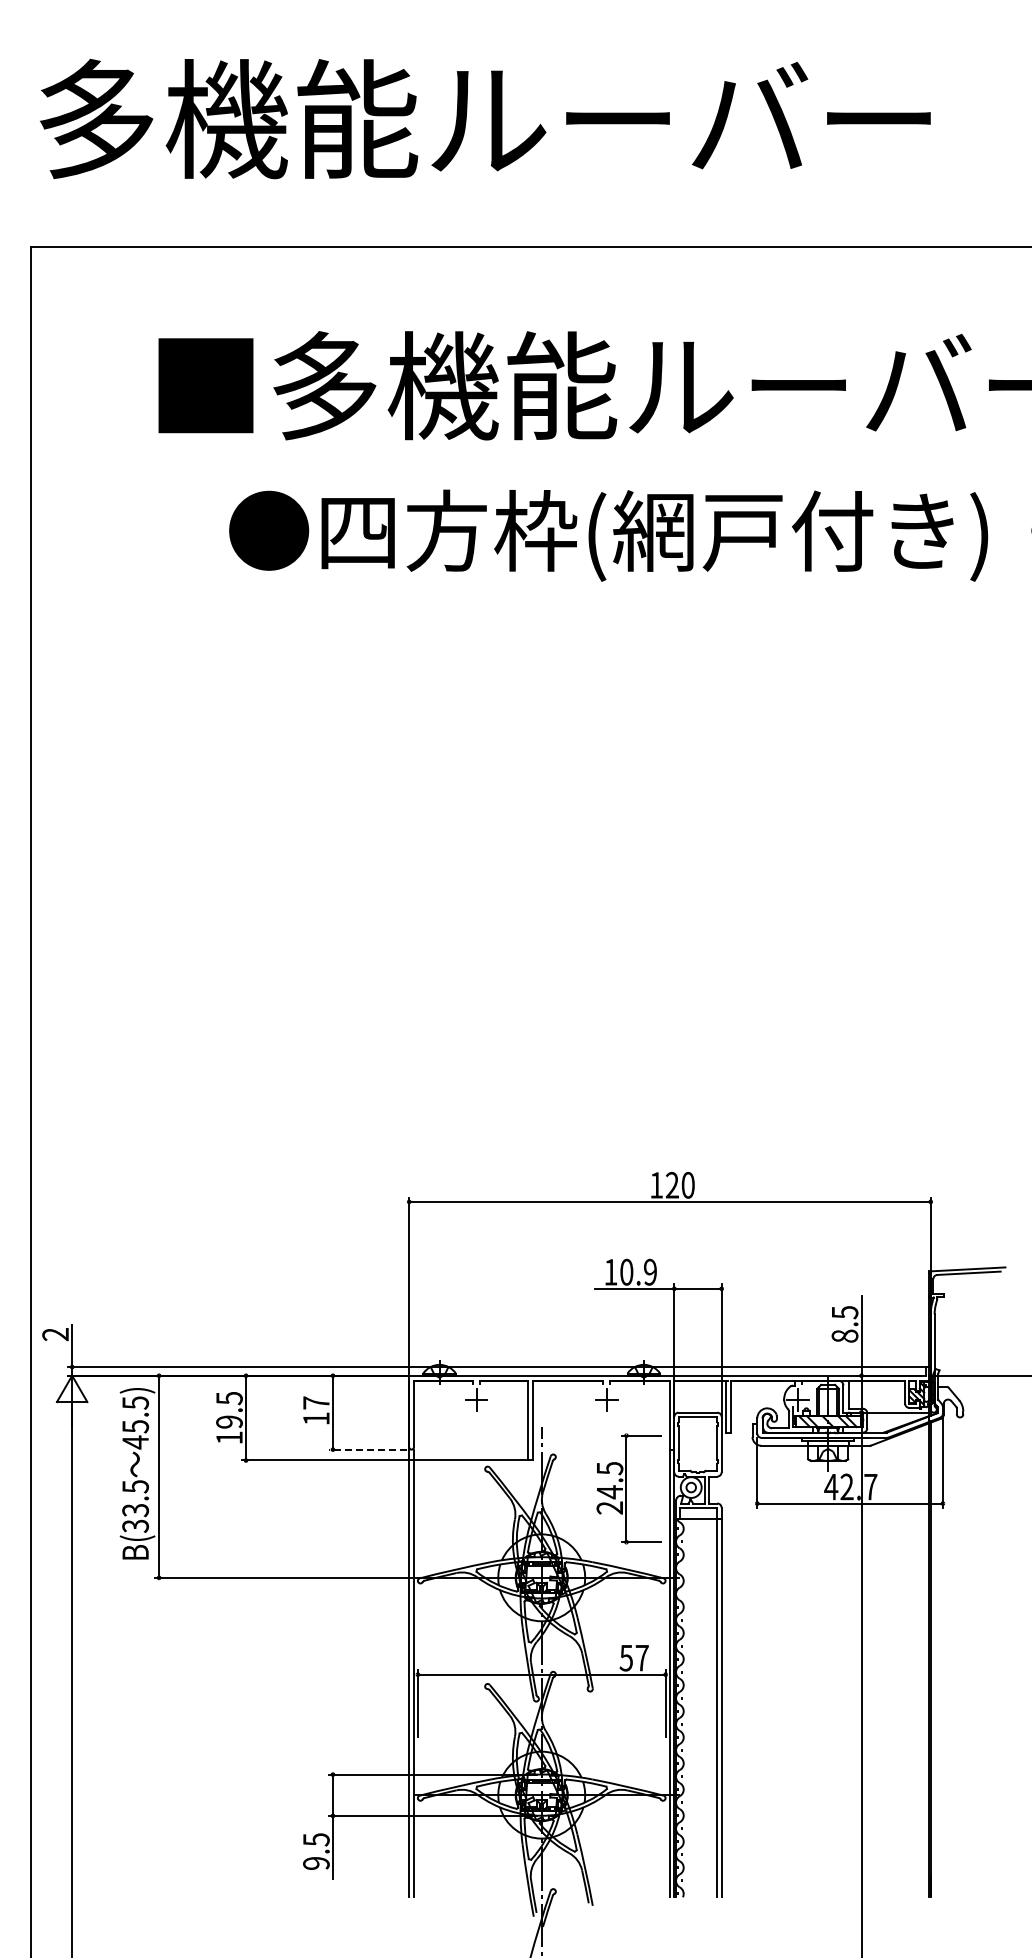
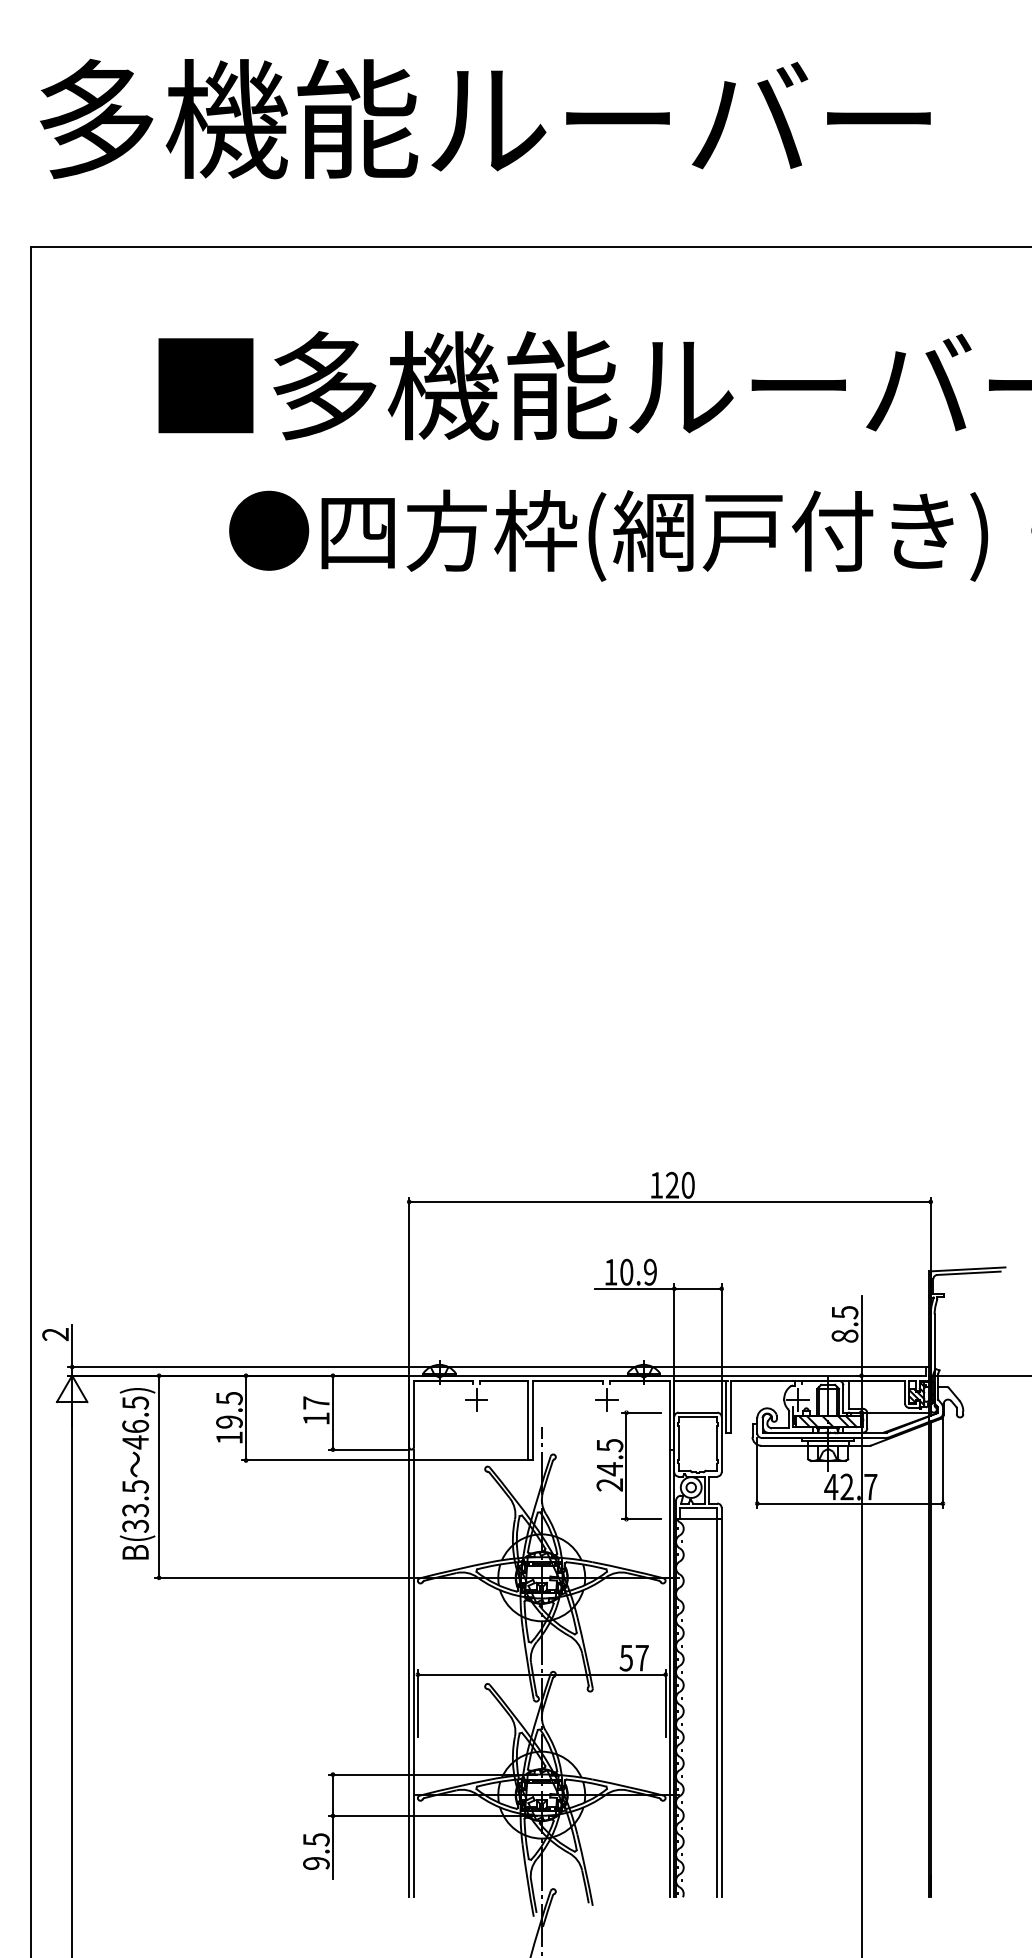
text at (135, 1426): 45.5) -> 46.5)
line at (367, 1449): dashed -> solid
part at (628, 1488) position: (628, 1488) -> (628, 1465)
